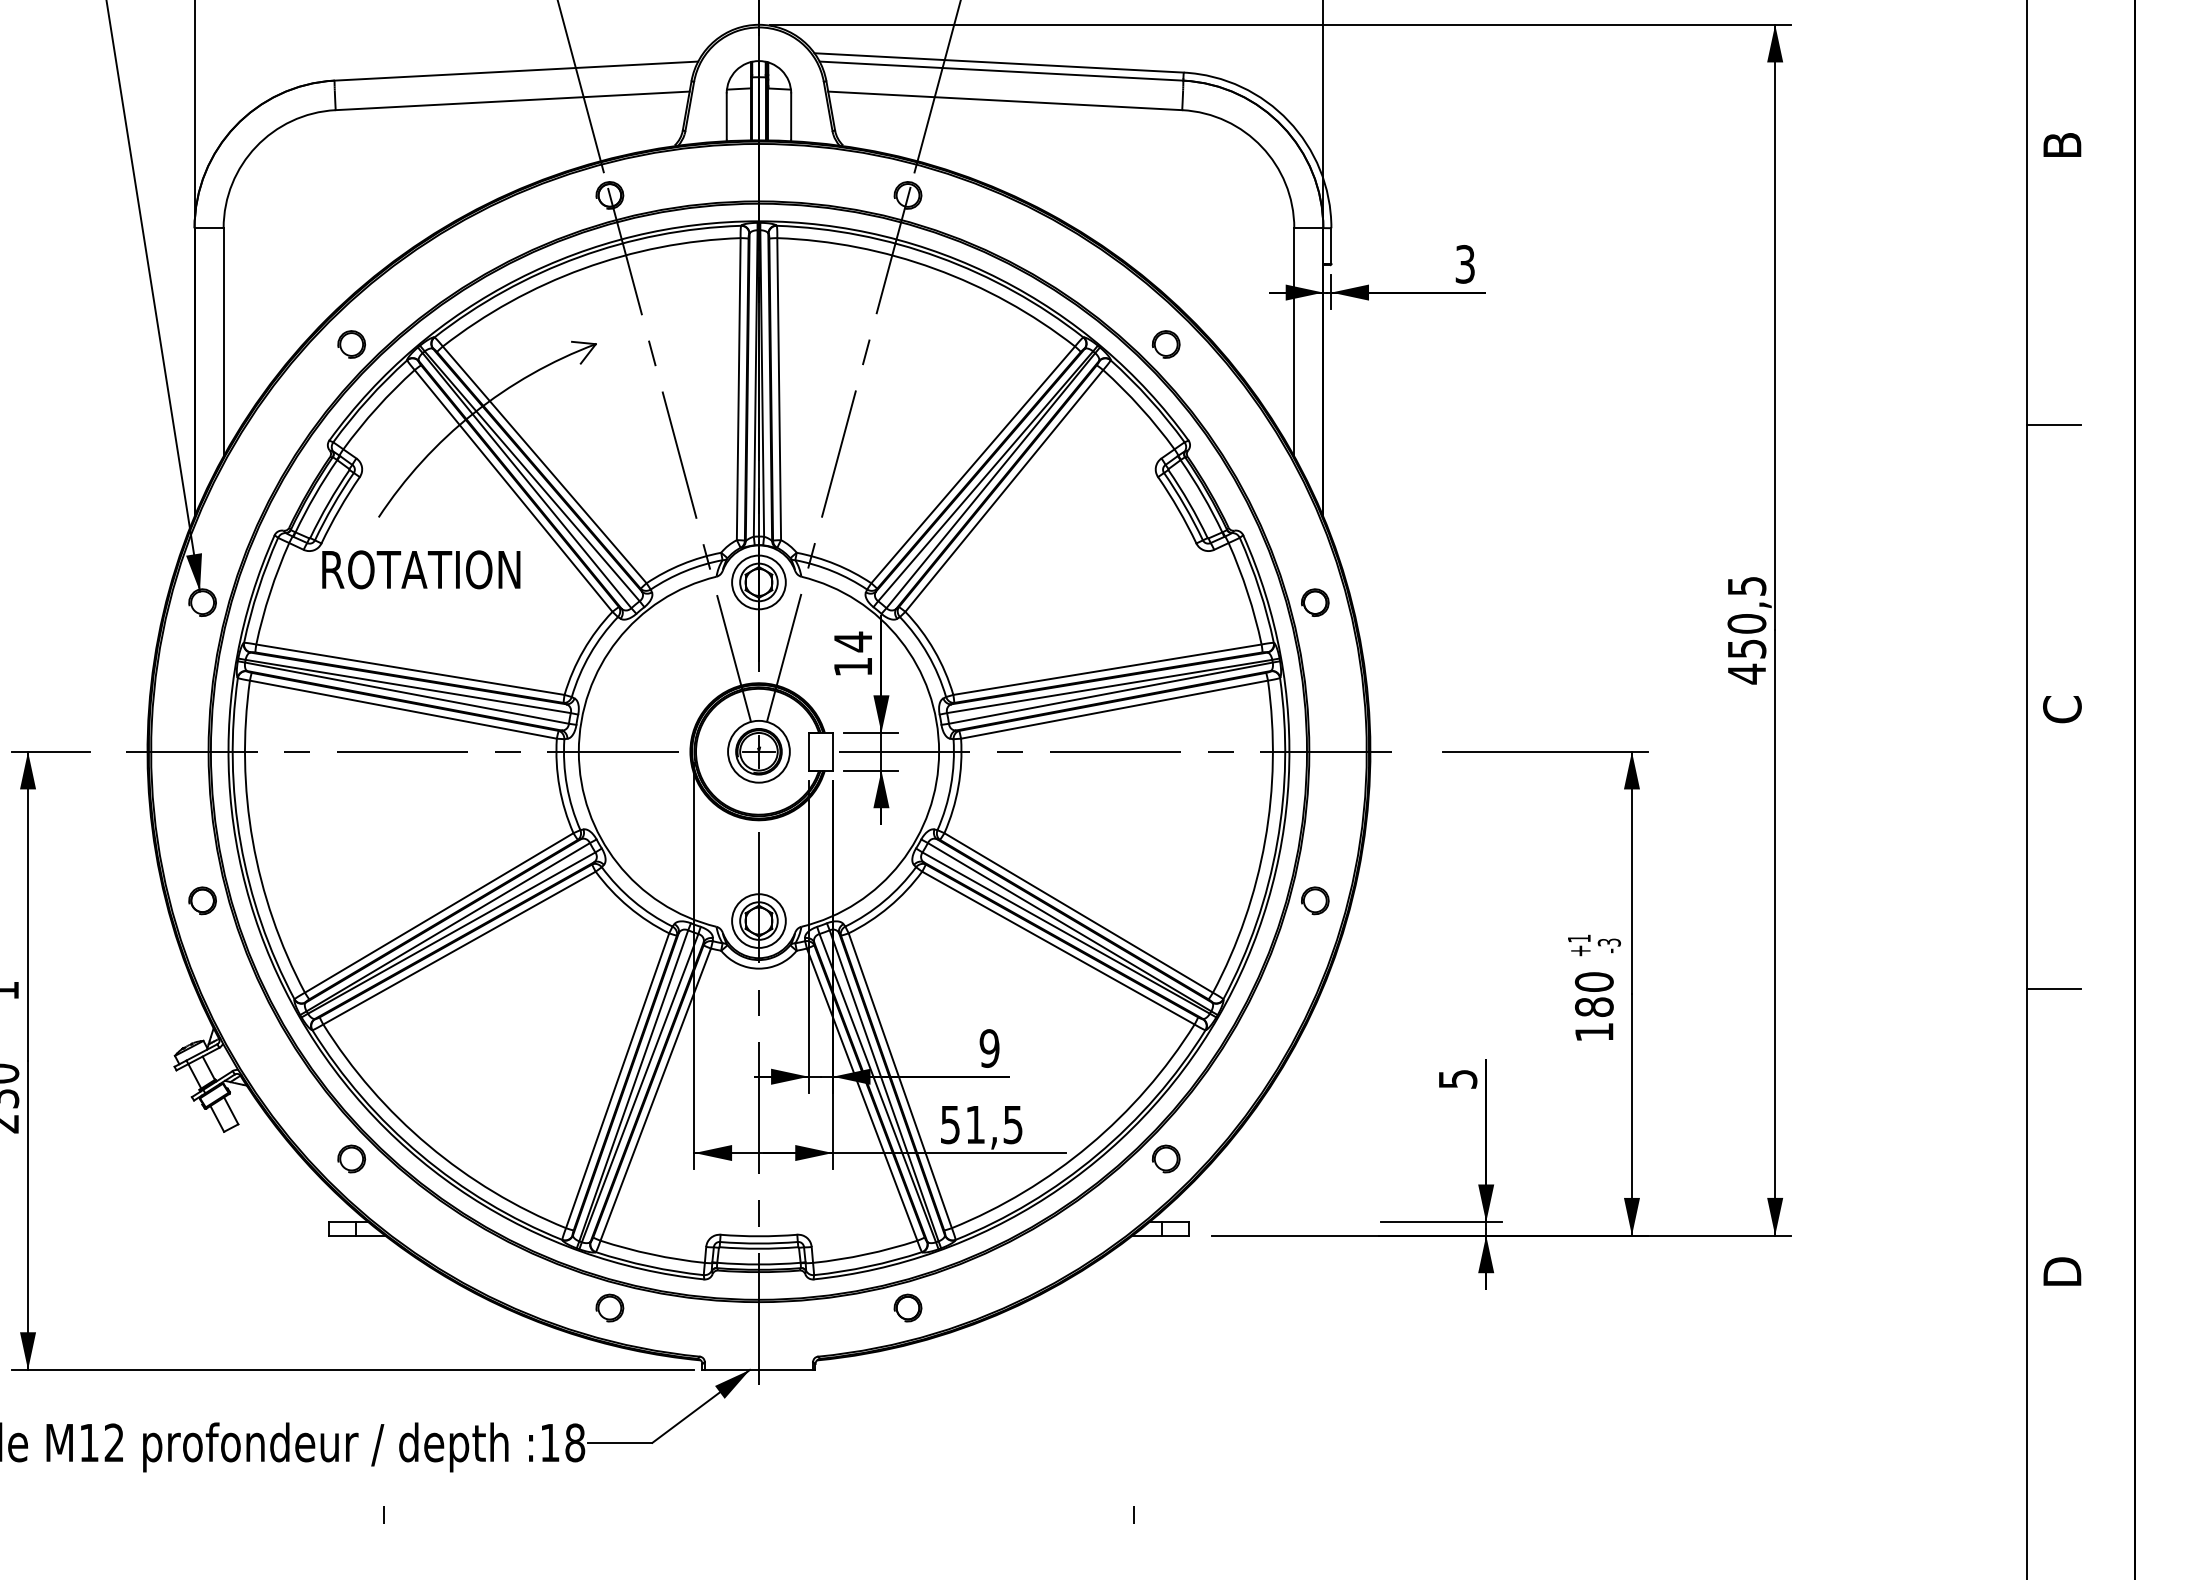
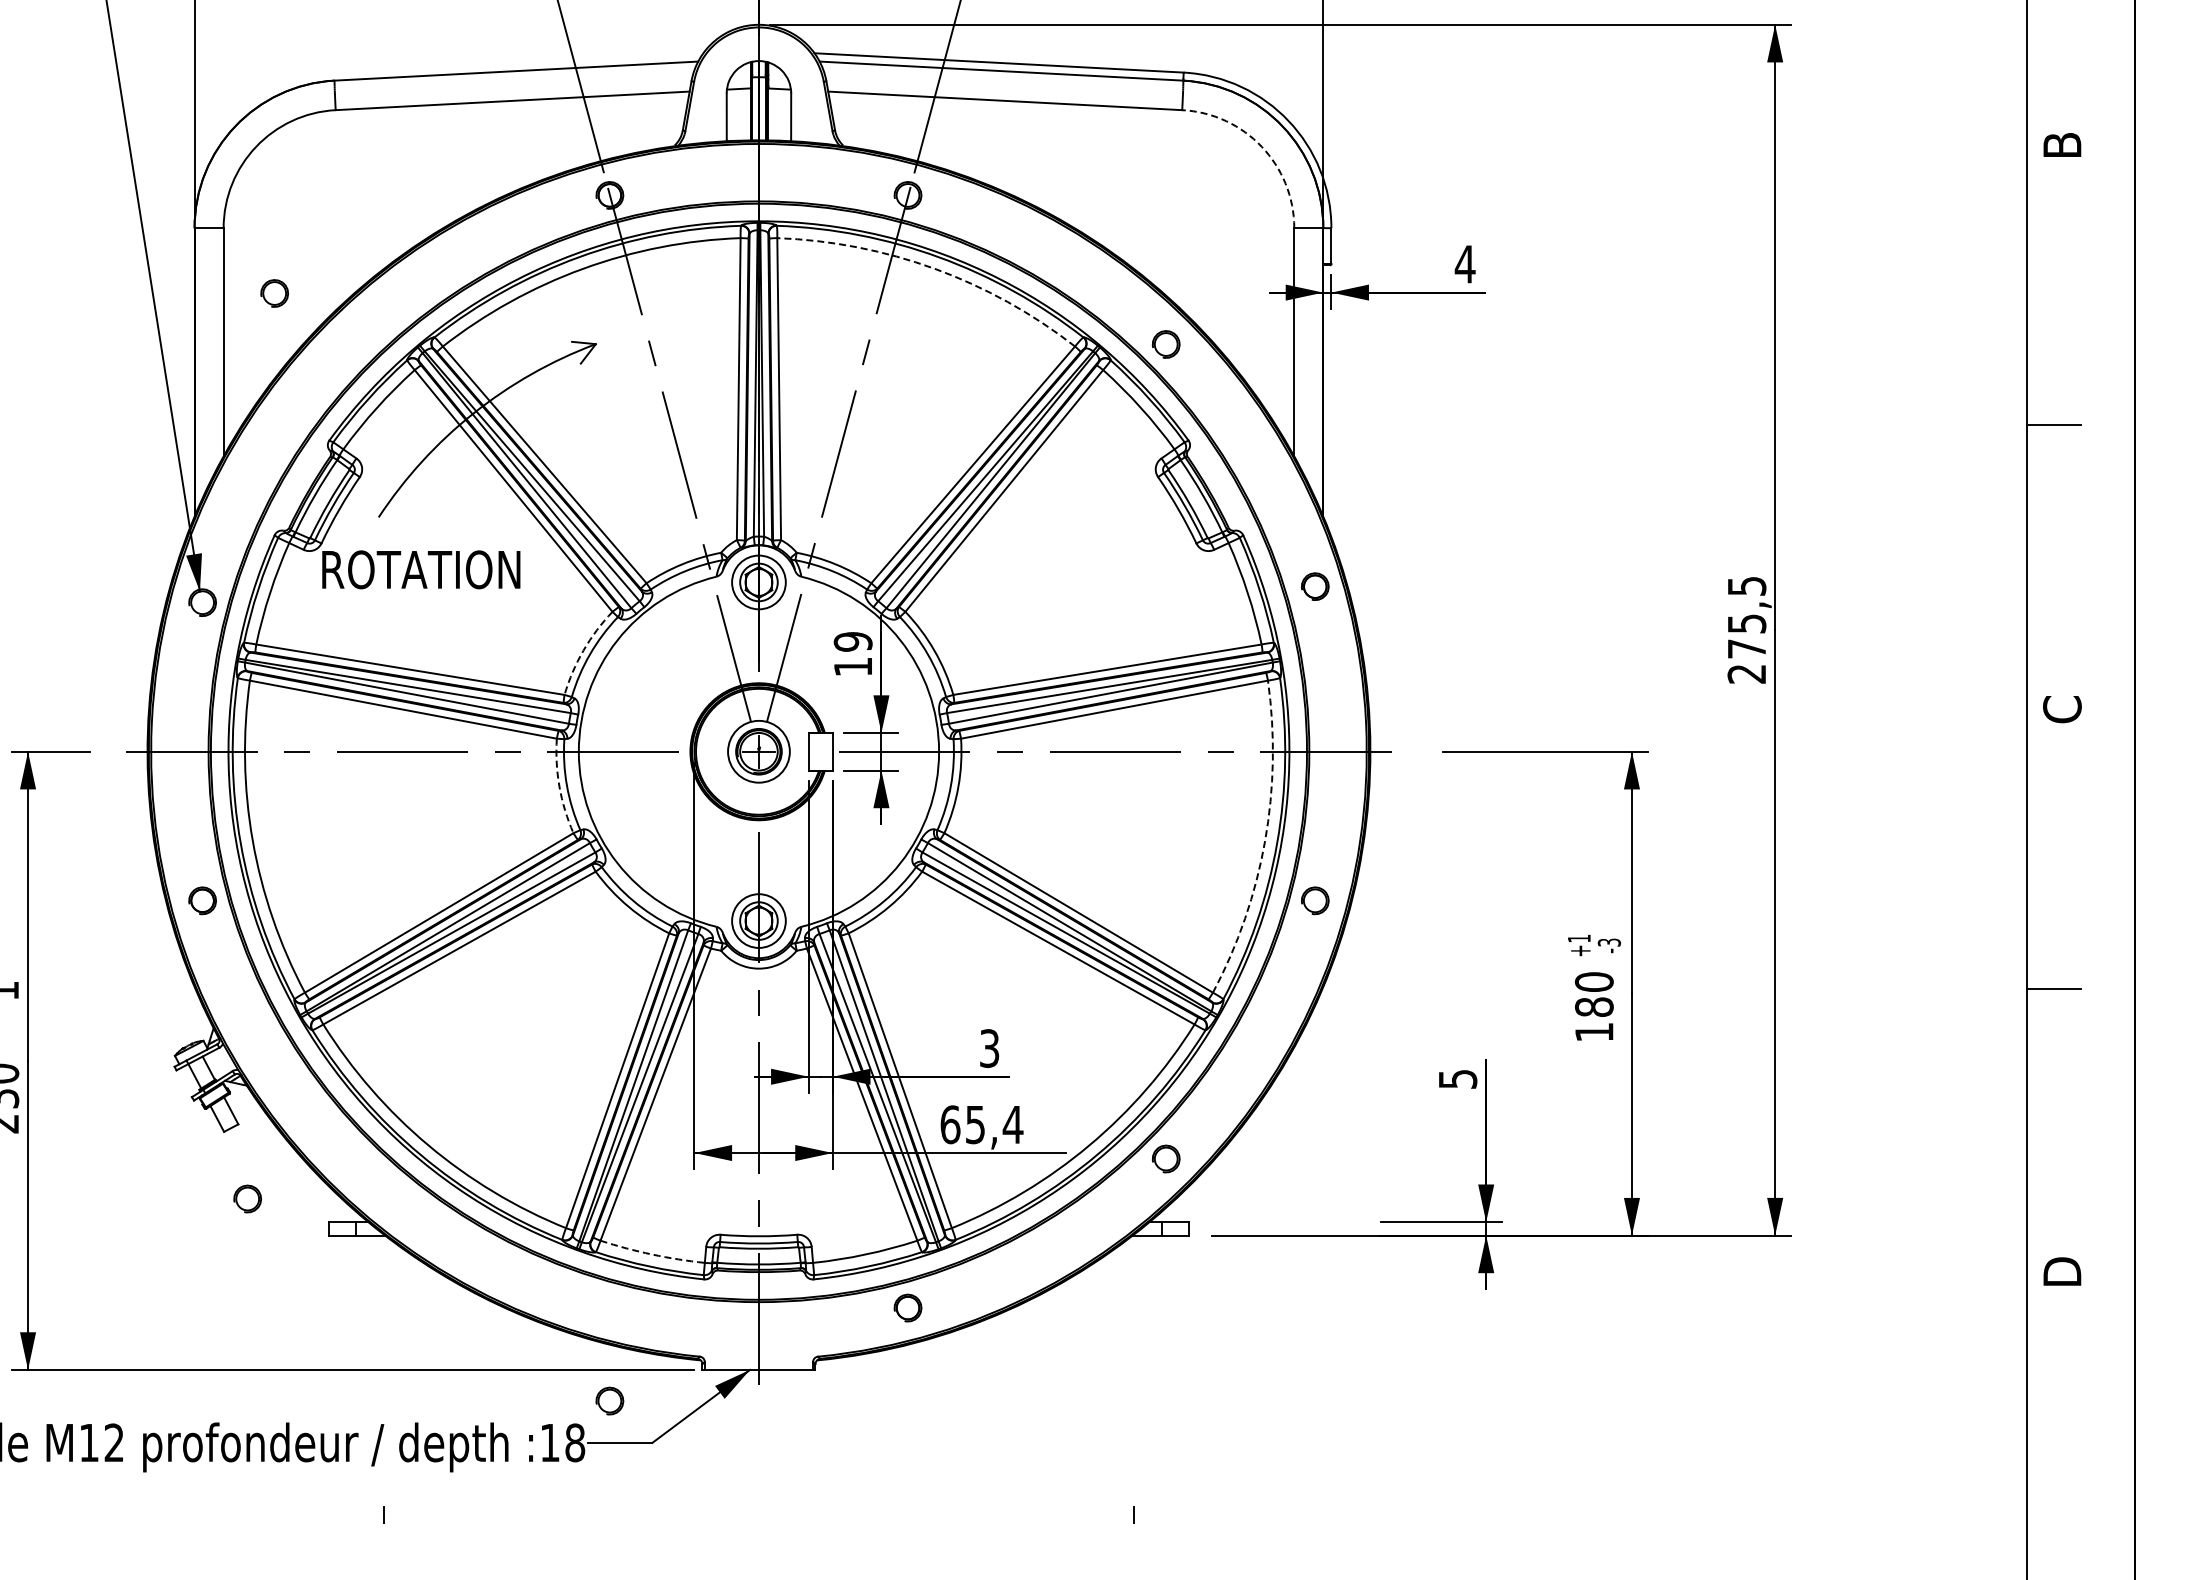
arc at (1261, 146): solid -> dashed
text at (1464, 264): 3 -> 4
arc at (934, 268): solid -> dashed
part at (351, 344) position: (351, 344) -> (274, 293)
part at (1315, 602) position: (1315, 602) -> (1315, 586)
text at (852, 641): 14 -> 19
text at (1746, 649): 450,5 -> 275,5
arc at (583, 650): solid -> dashed
arc at (559, 786): solid -> dashed
arc at (1265, 841): solid -> dashed
text at (989, 1048): 9 -> 3
text at (981, 1124): 51,5 -> 65,4
part at (351, 1158) position: (351, 1158) -> (247, 1198)
arc at (652, 1254): solid -> dashed
part at (609, 1307) position: (609, 1307) -> (609, 1400)
